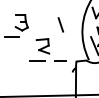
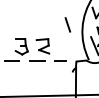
line at (60, 24) position: (60, 24) -> (67, 24)
part at (16, 25) position: (16, 25) -> (16, 49)
